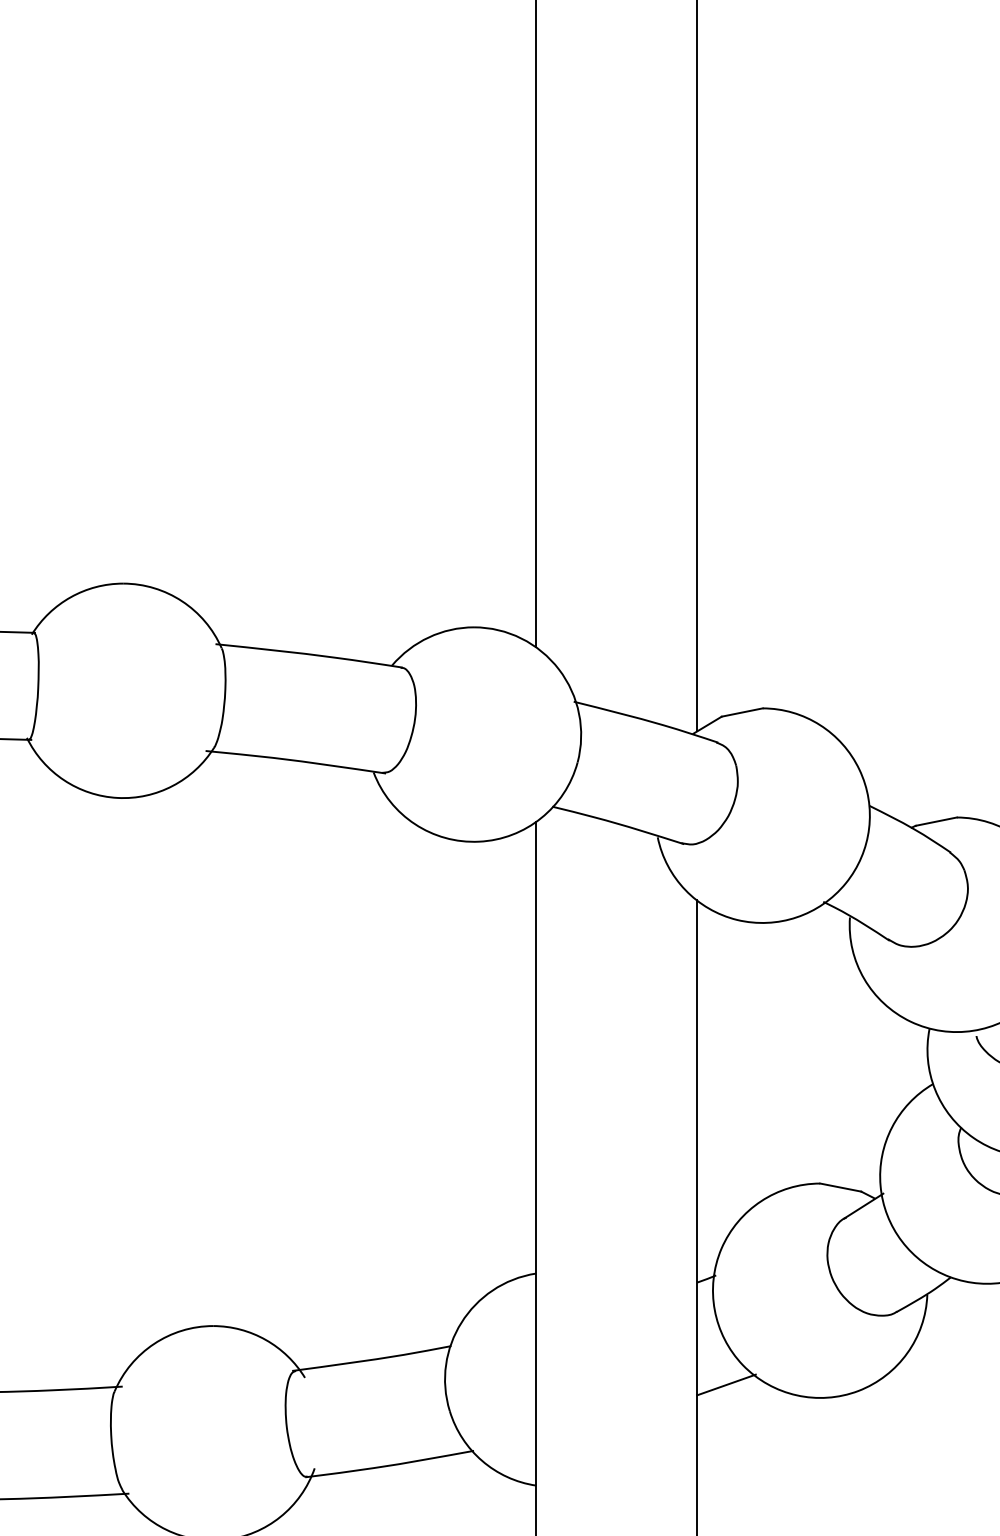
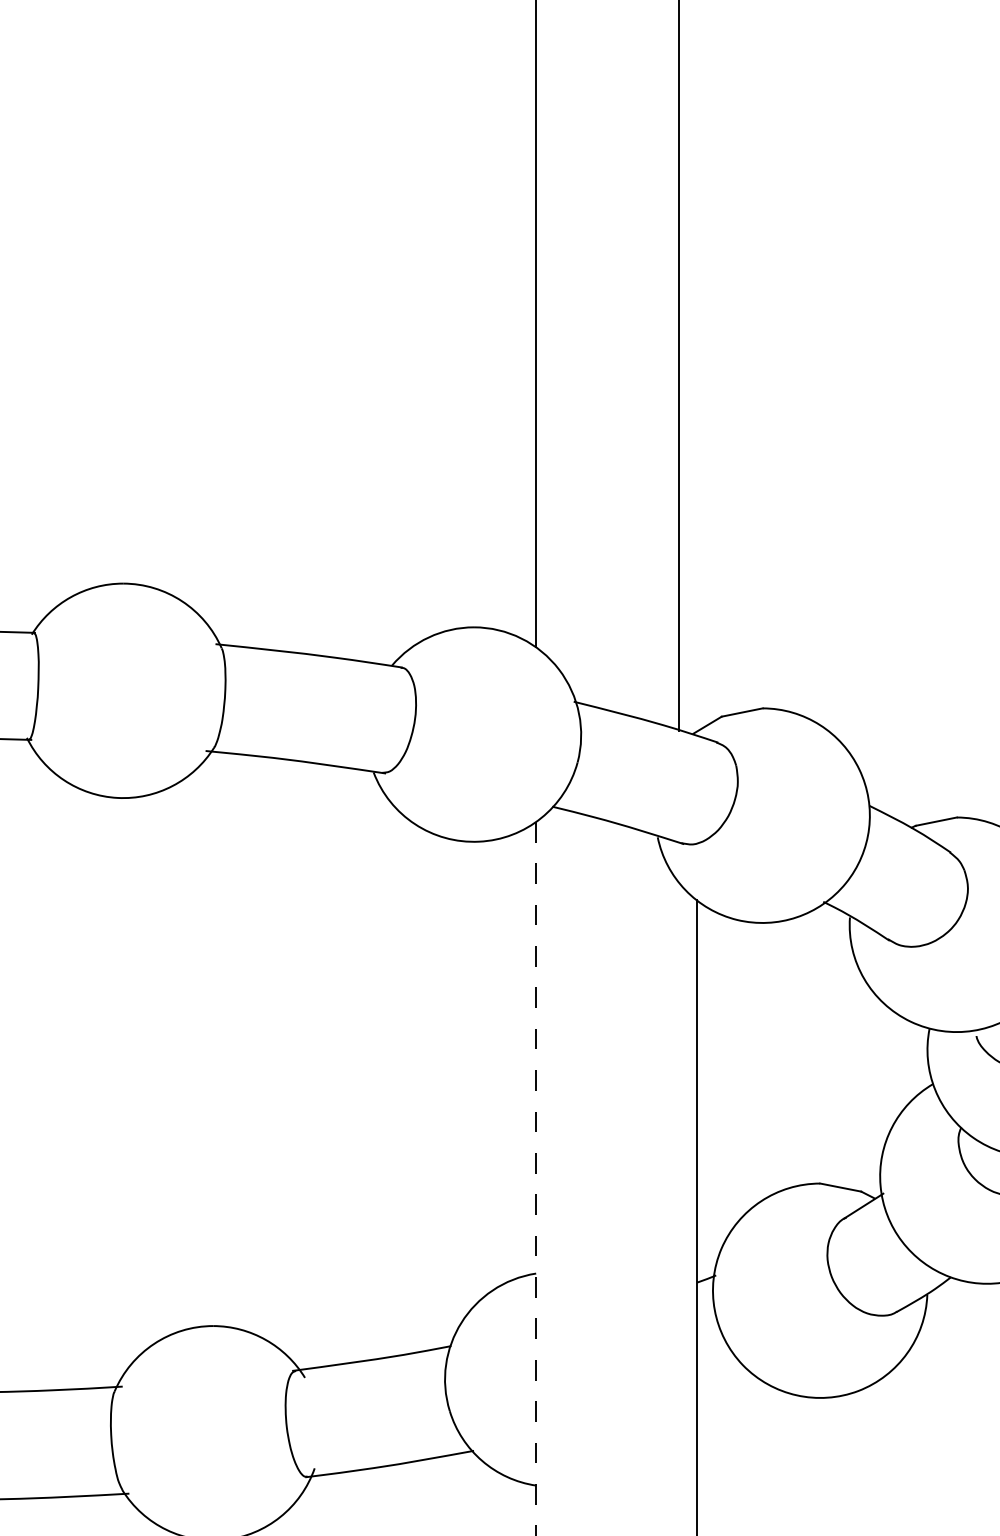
line at (697, 366) position: (697, 366) -> (679, 366)
line at (536, 1178): solid -> dashed
line at (726, 1384): present -> none
